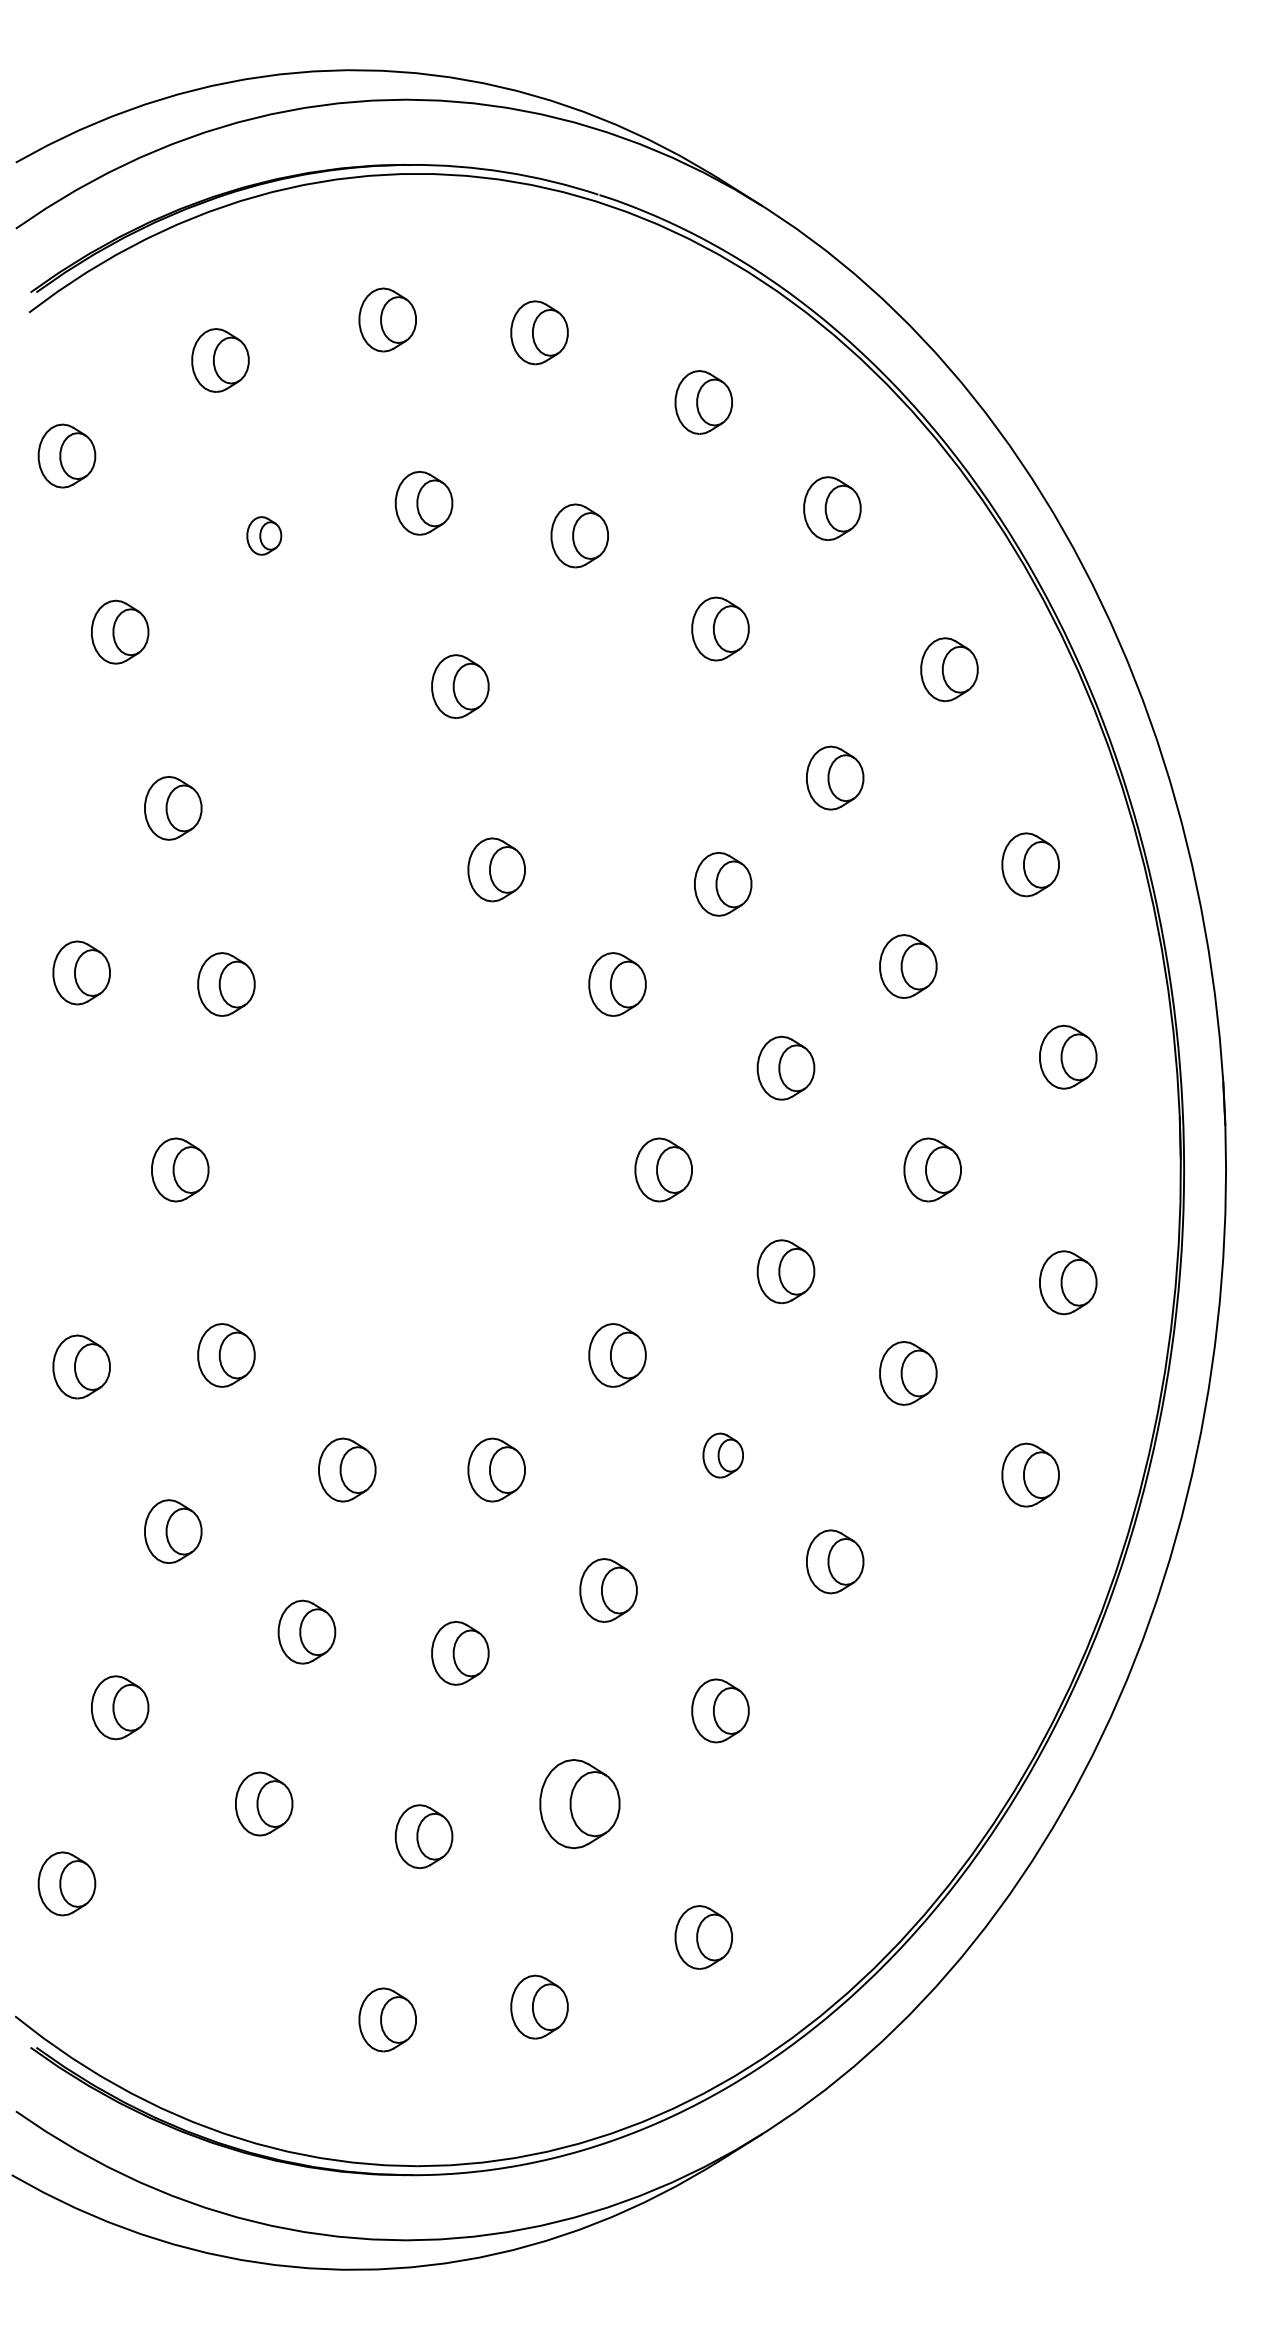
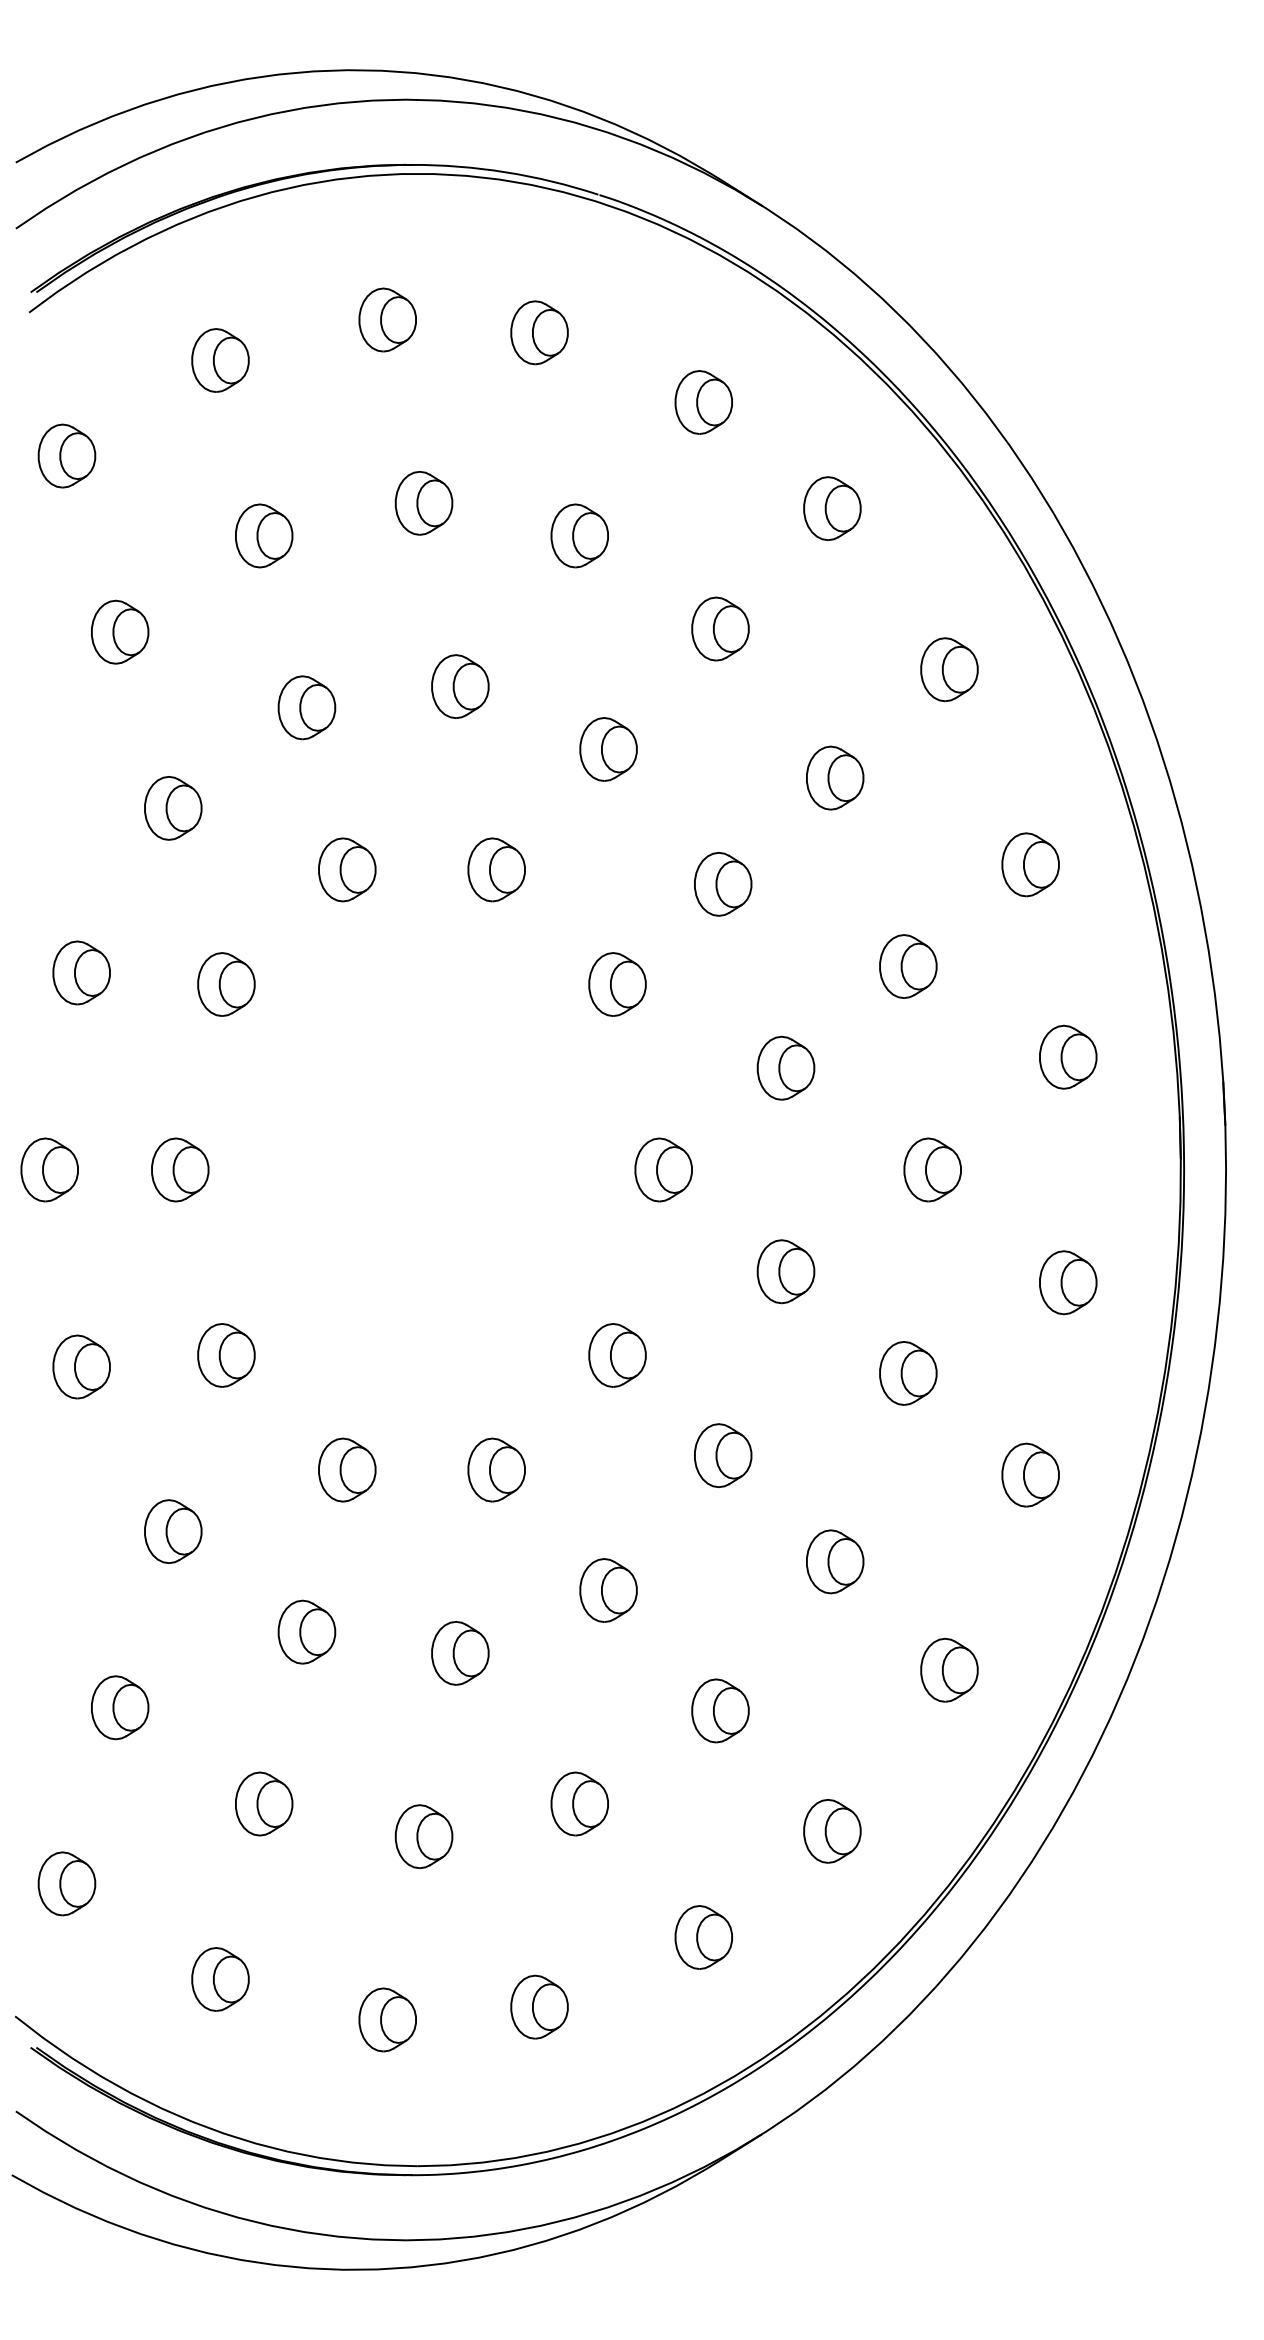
part at (264, 535) size: 37x40 px -> 59x66 px
part at (306, 707): none -> present
part at (608, 749): none -> present
part at (347, 869): none -> present
part at (49, 1169): none -> present
part at (722, 1455) size: 42x47 px -> 59x65 px
part at (949, 1669): none -> present
part at (579, 1804) size: 82x91 px -> 59x66 px
part at (832, 1831): none -> present
part at (220, 1979): none -> present
